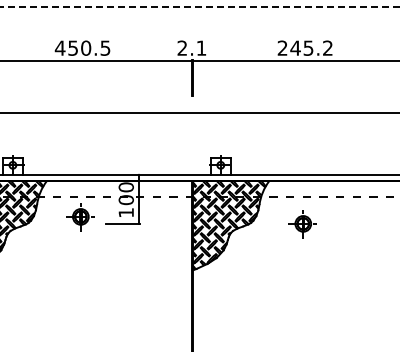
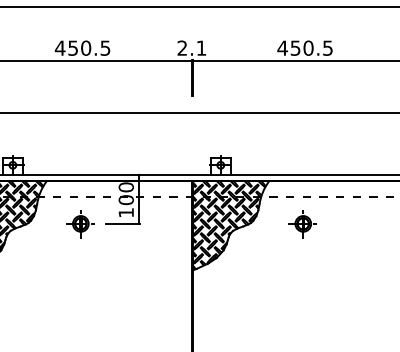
line at (200, 6): dashed -> solid
text at (304, 47): 245.2 -> 450.5
part at (80, 217) position: (80, 217) -> (80, 224)
